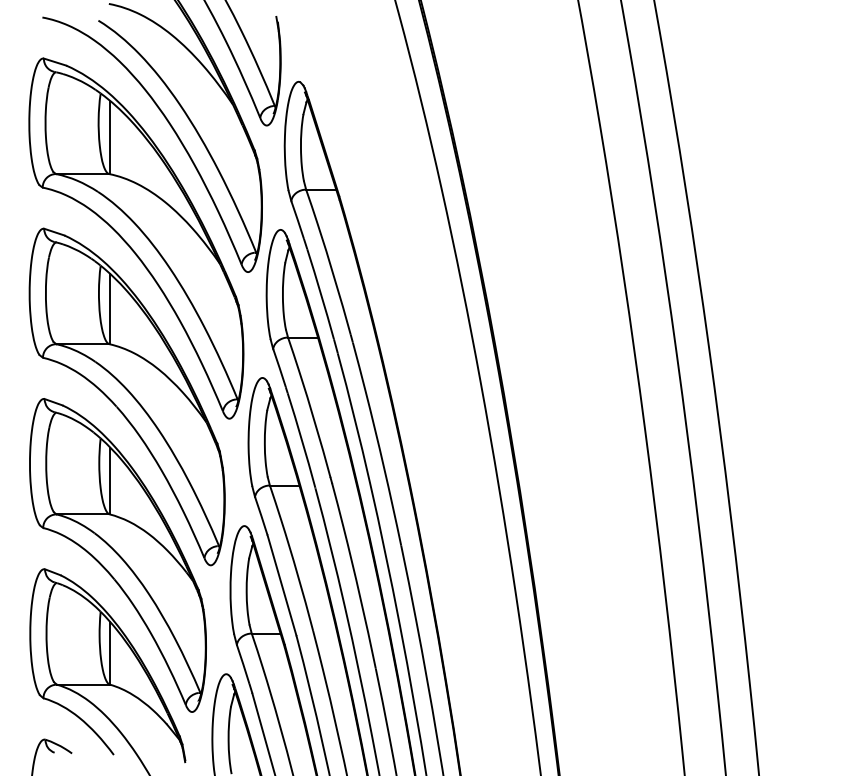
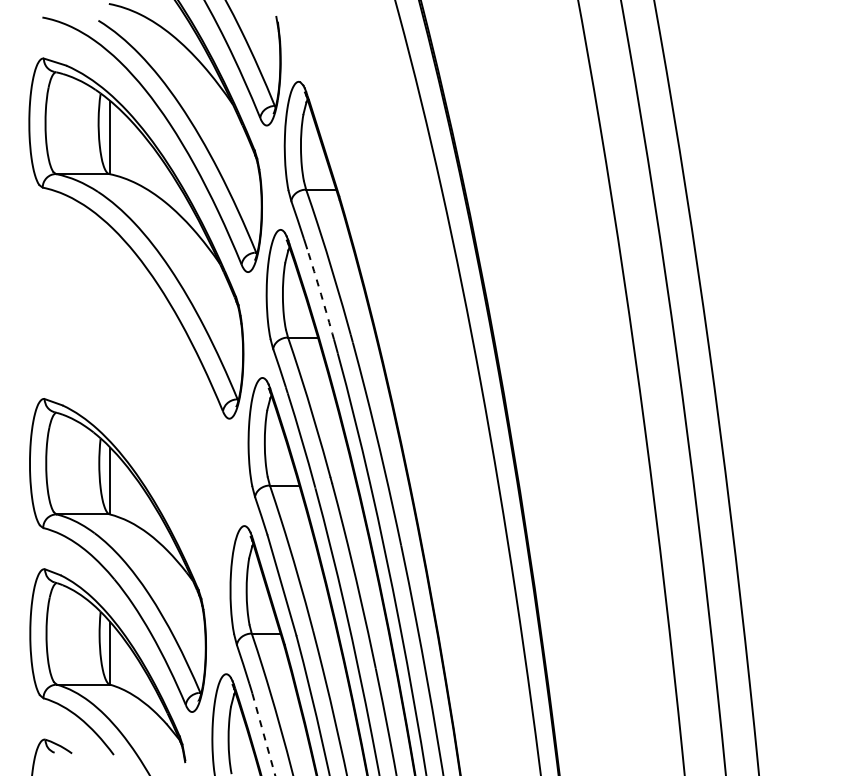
arc at (321, 294): solid -> dashed
part at (126, 396): present -> none
line at (263, 734): solid -> dashed
